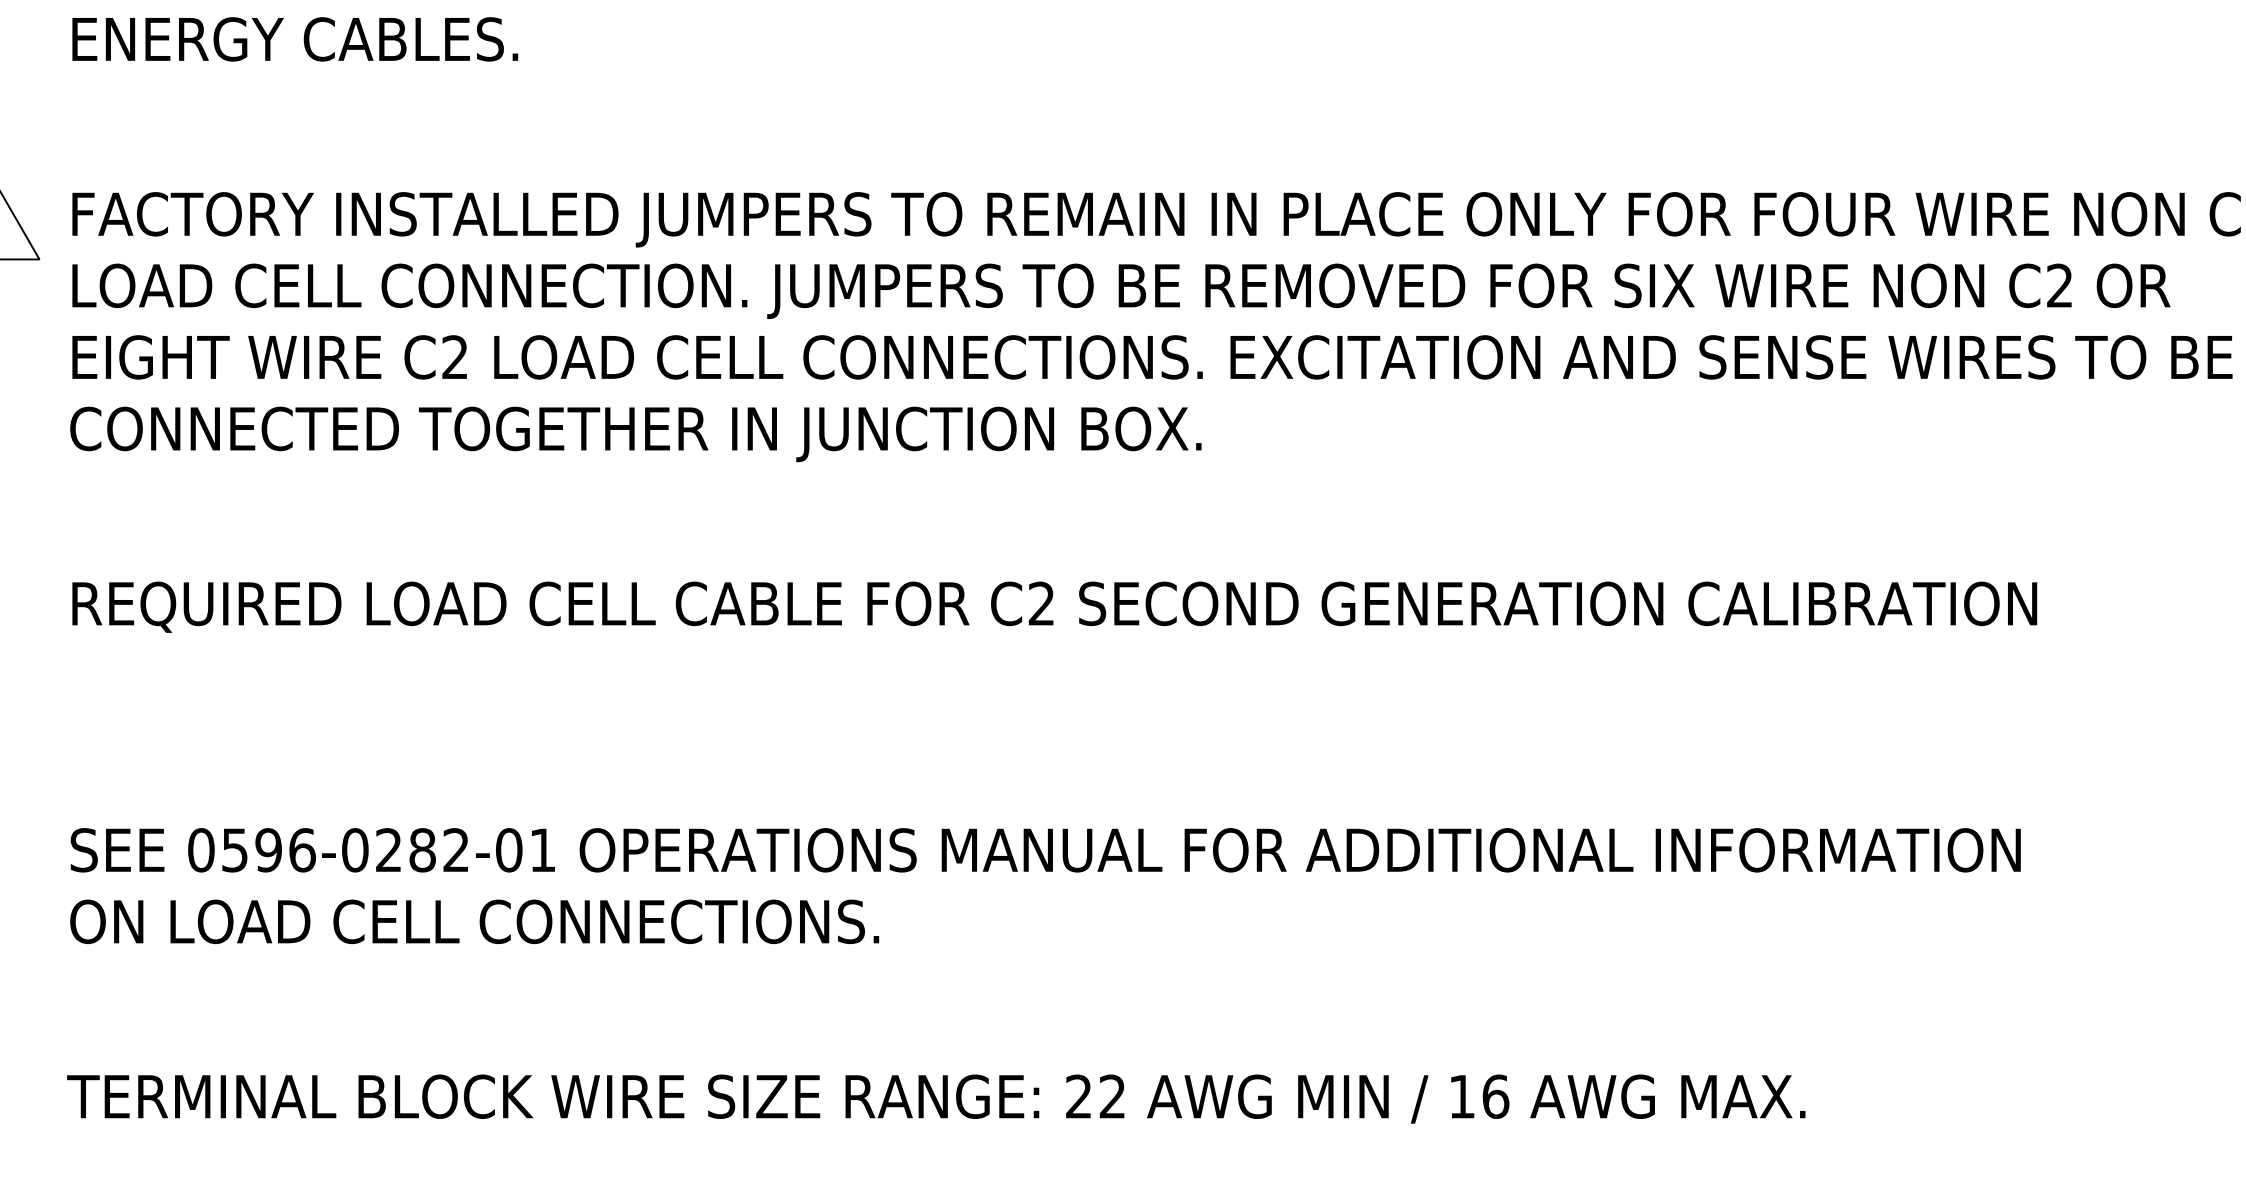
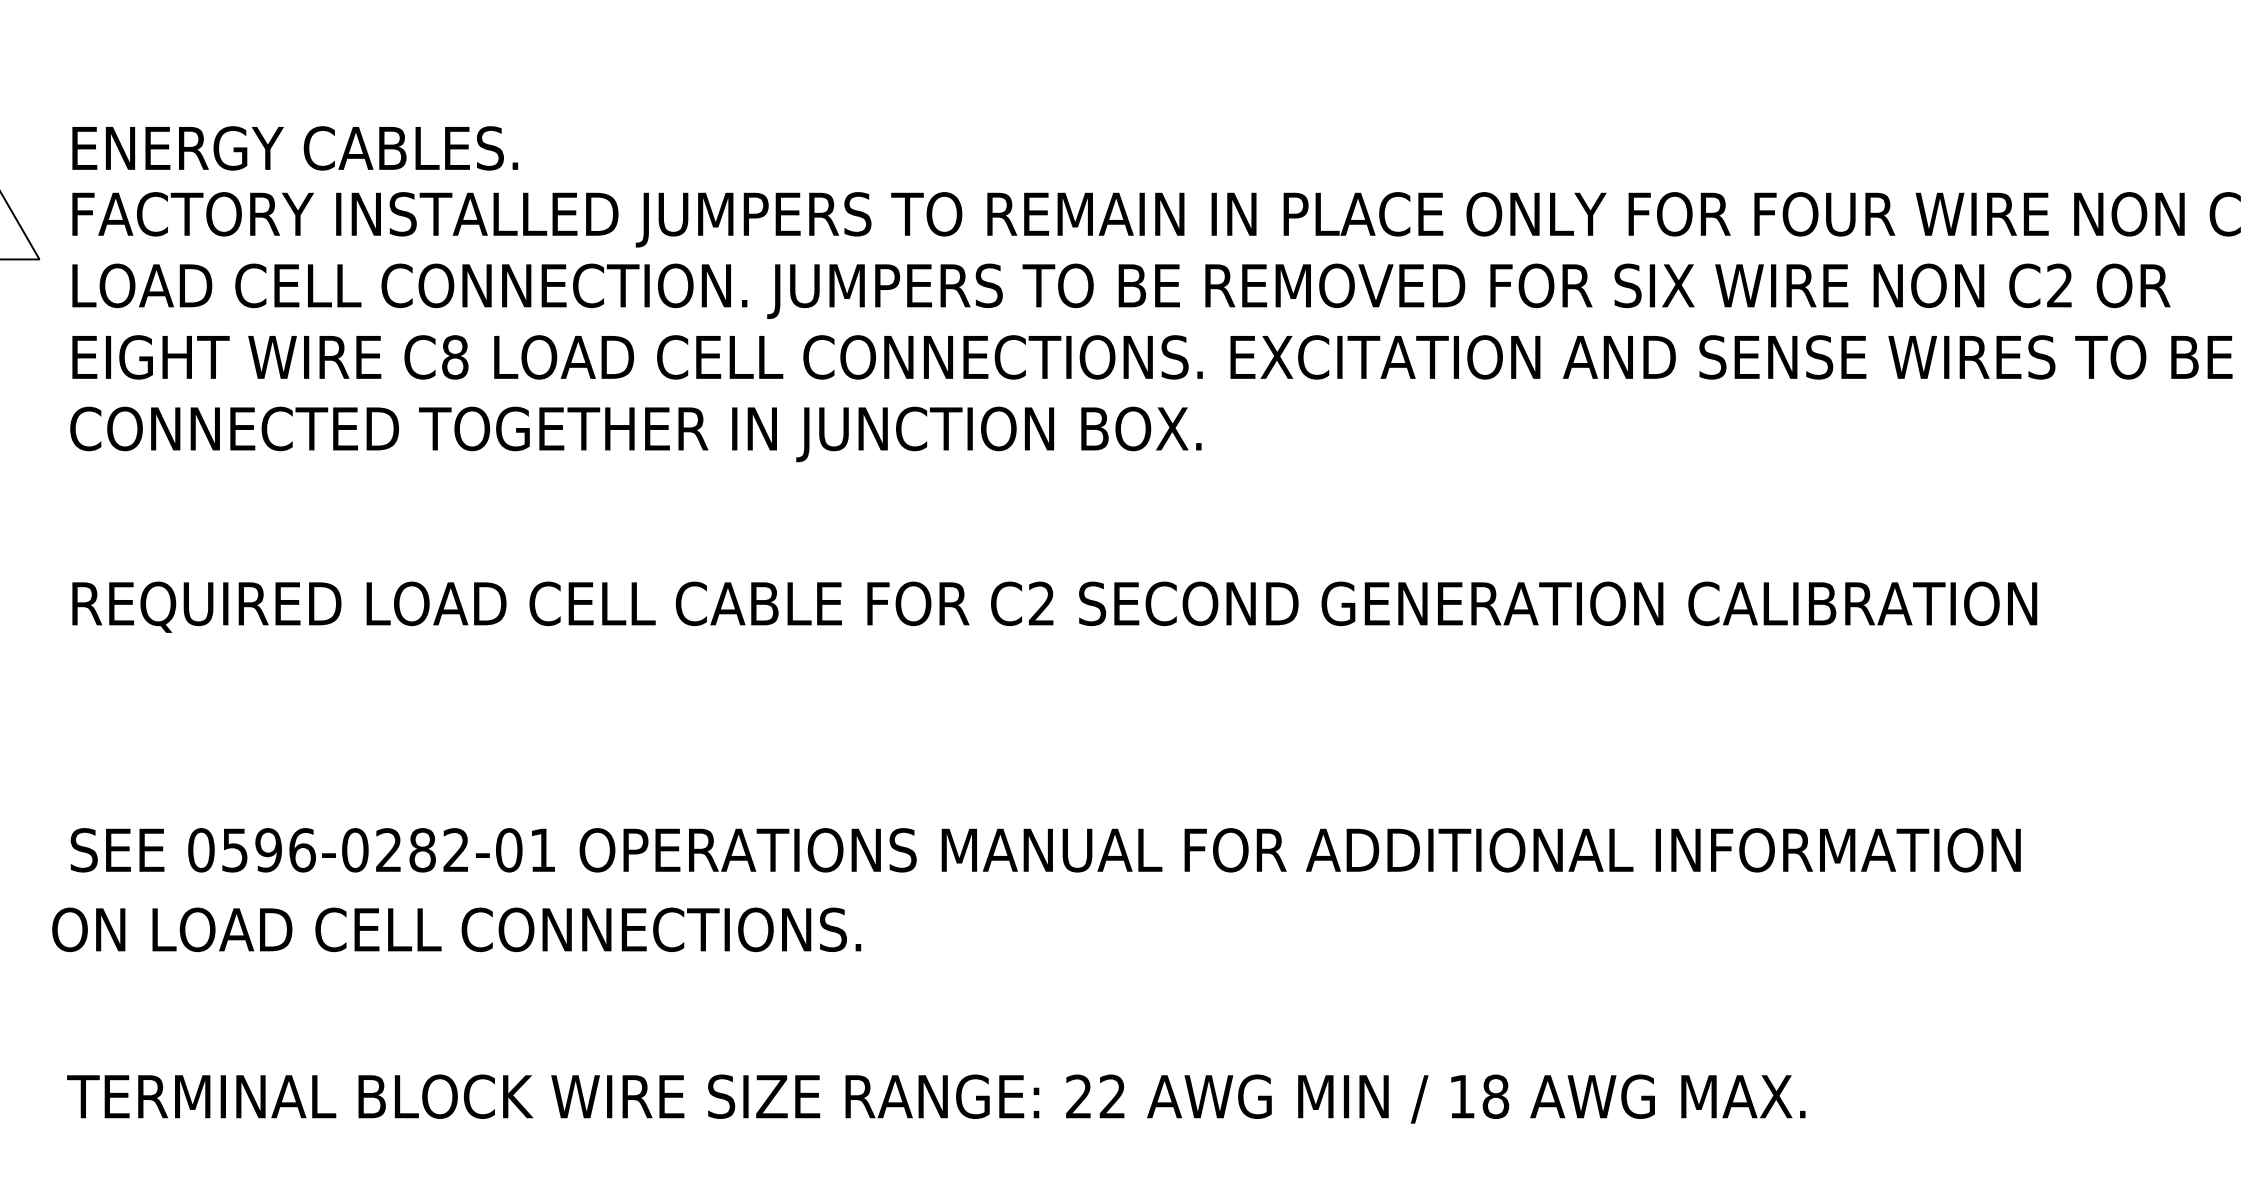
text at (295, 39) position: (295, 39) -> (295, 148)
text at (455, 357): C2 -> C8
text at (474, 921) position: (474, 921) -> (456, 929)
text at (1495, 1096): 16 -> 18
